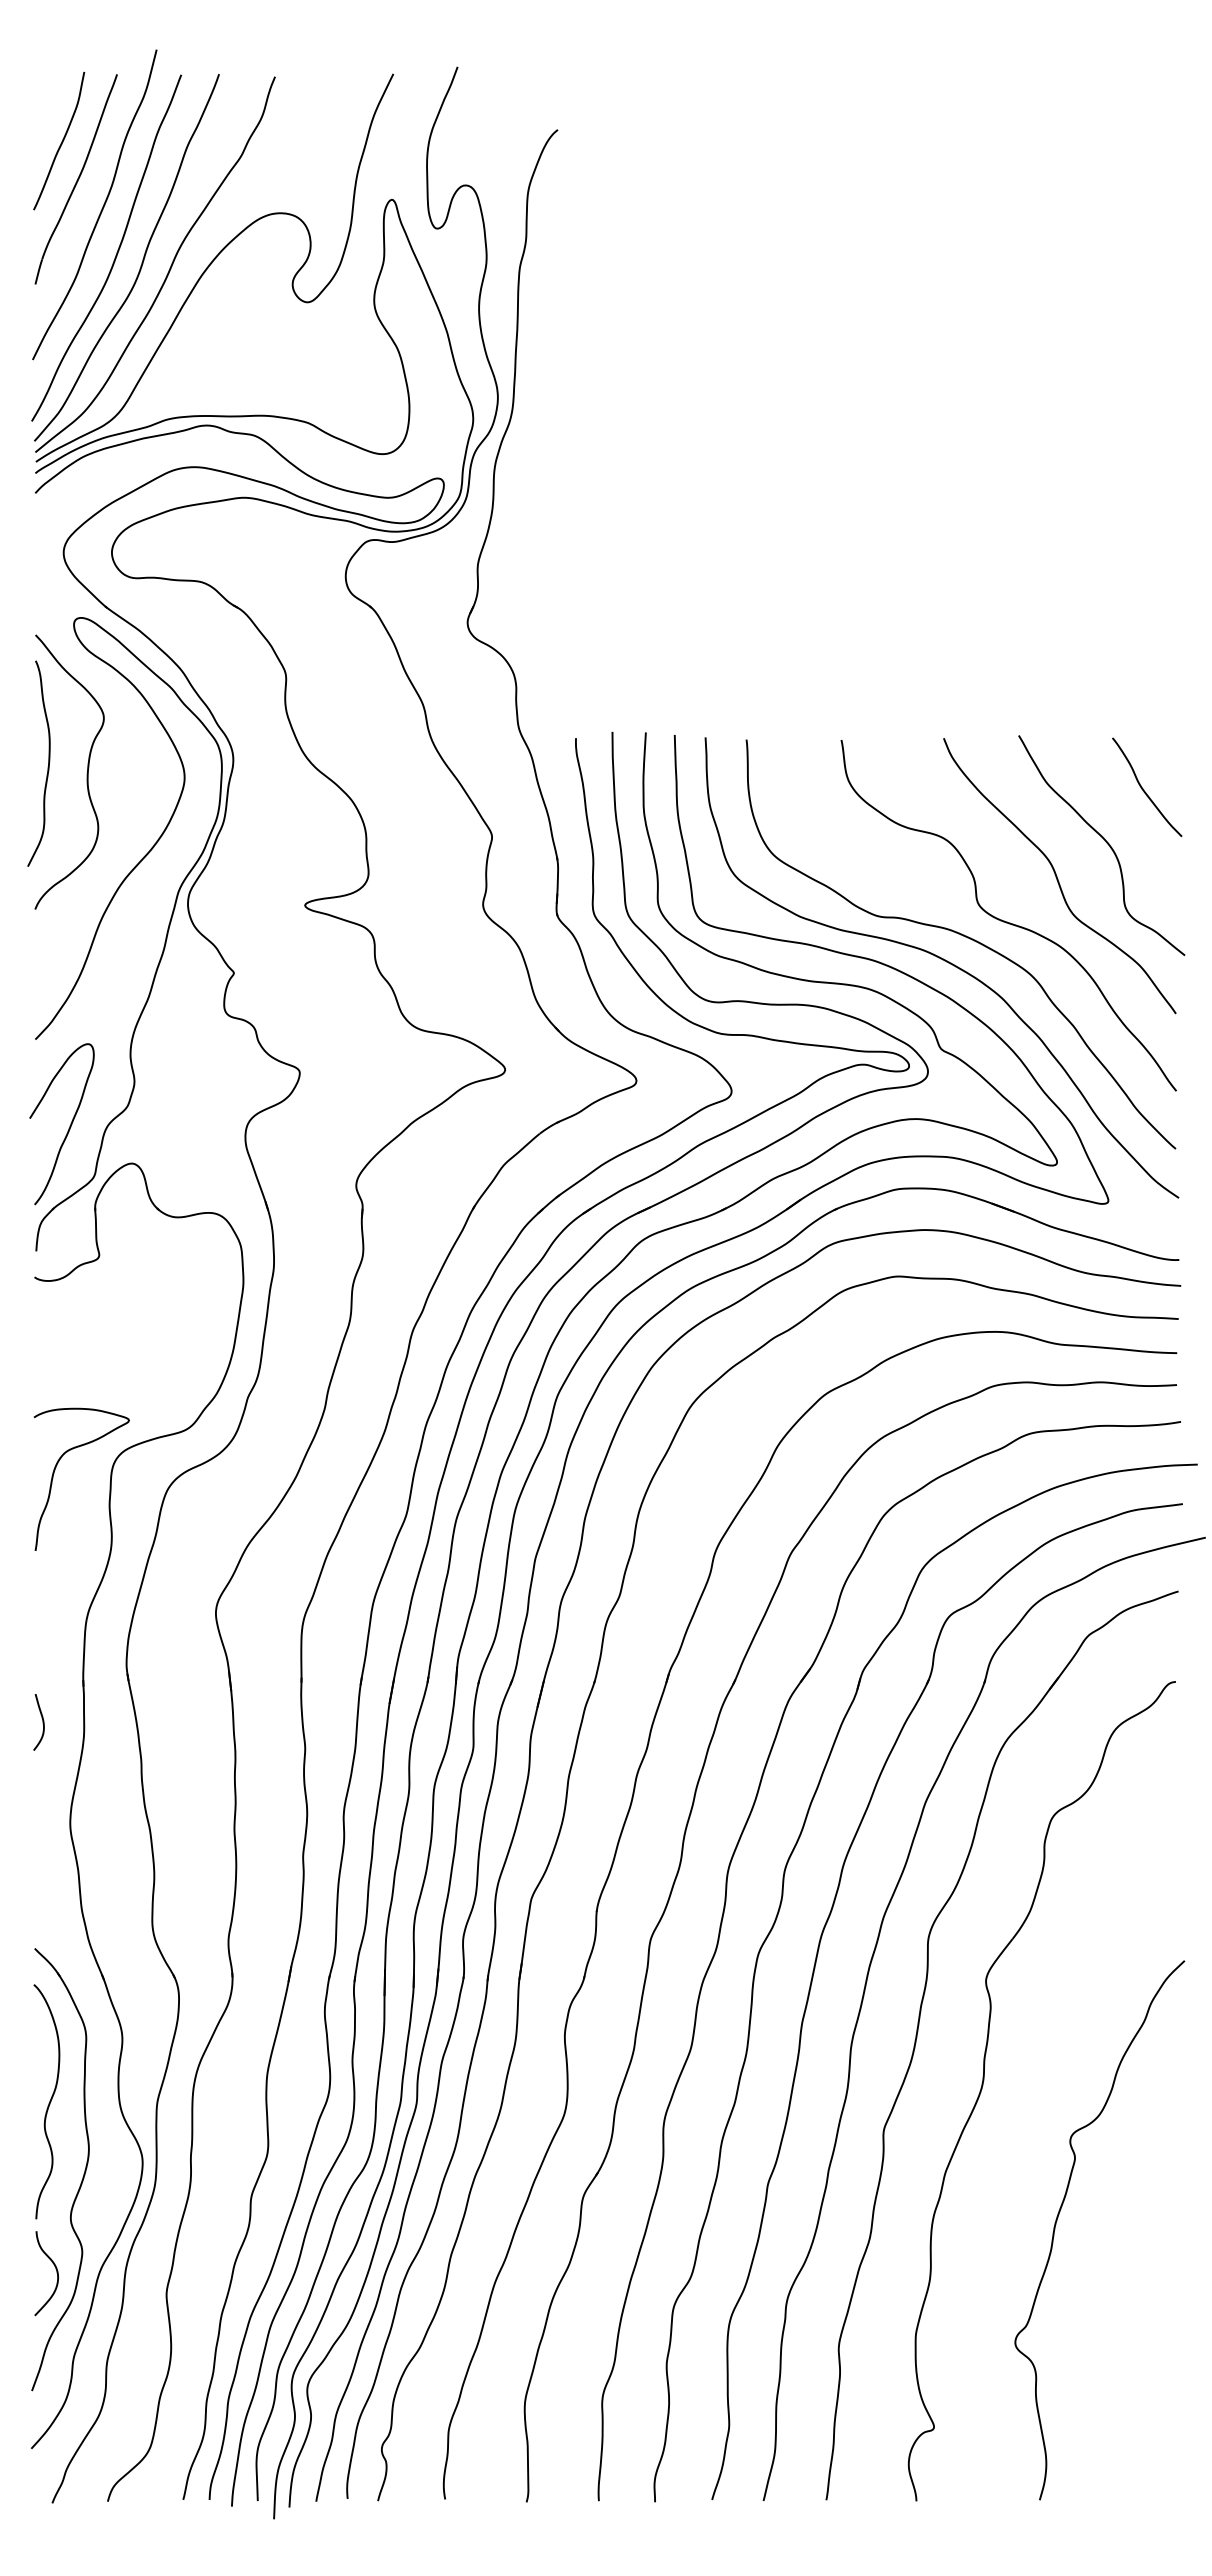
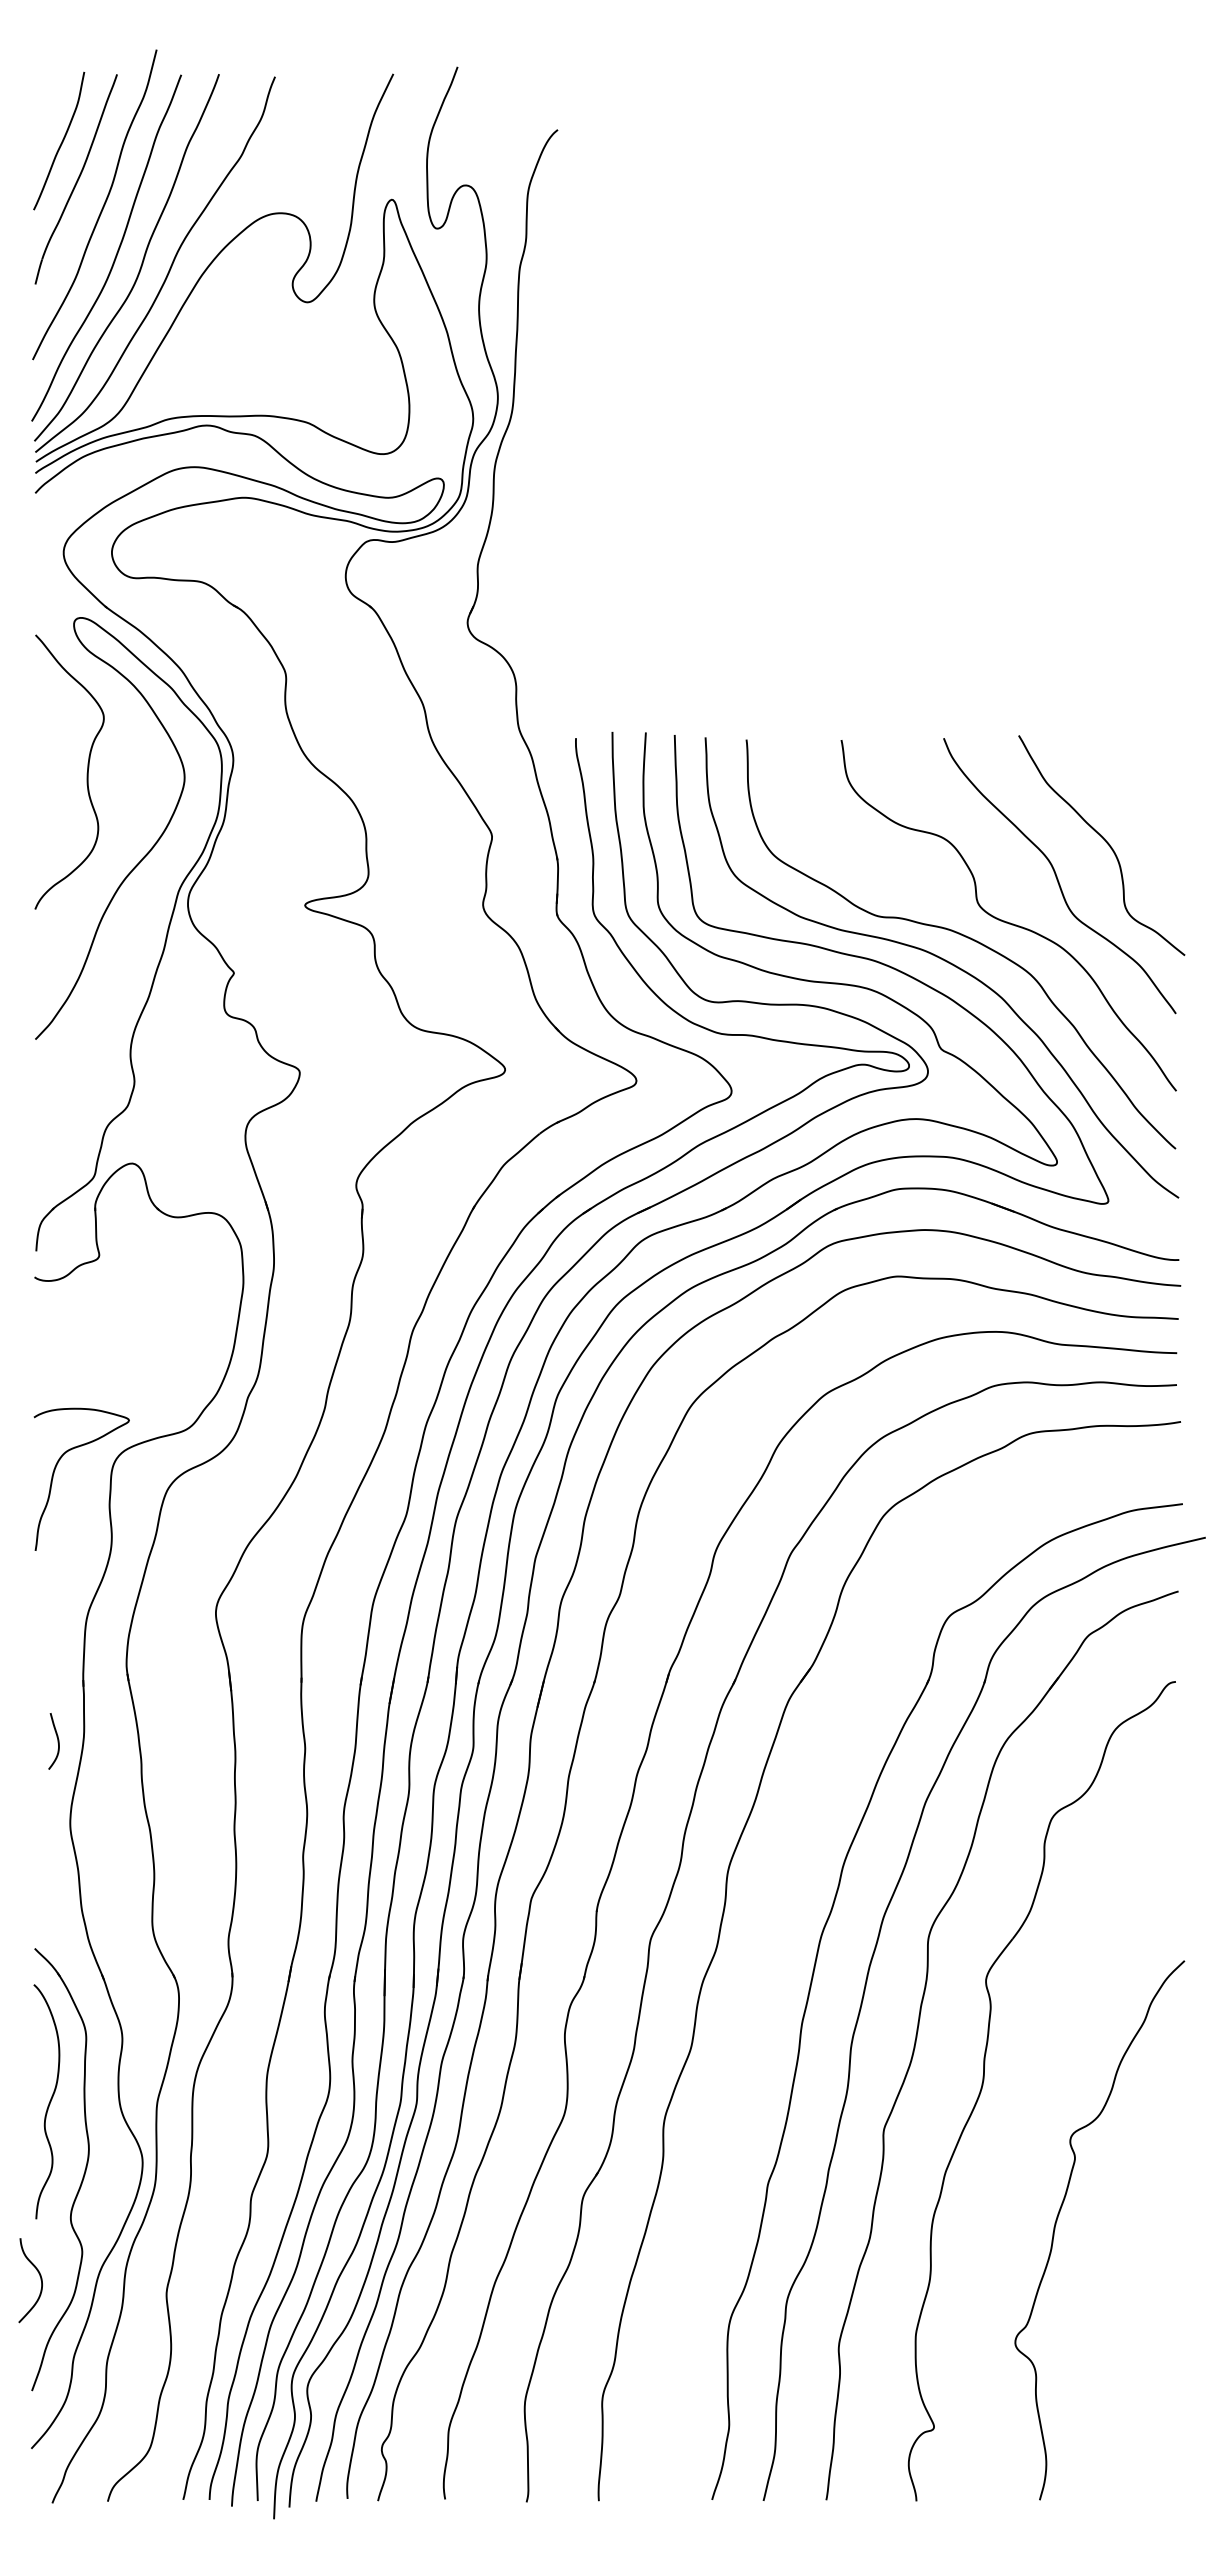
curve at (47, 766): present -> none
curve at (1143, 788): present -> none
curve at (68, 1128): present -> none
curve at (42, 1722) position: (42, 1722) -> (57, 1741)
part at (775, 1923): present -> none
curve at (55, 2269) position: (55, 2269) -> (39, 2276)
